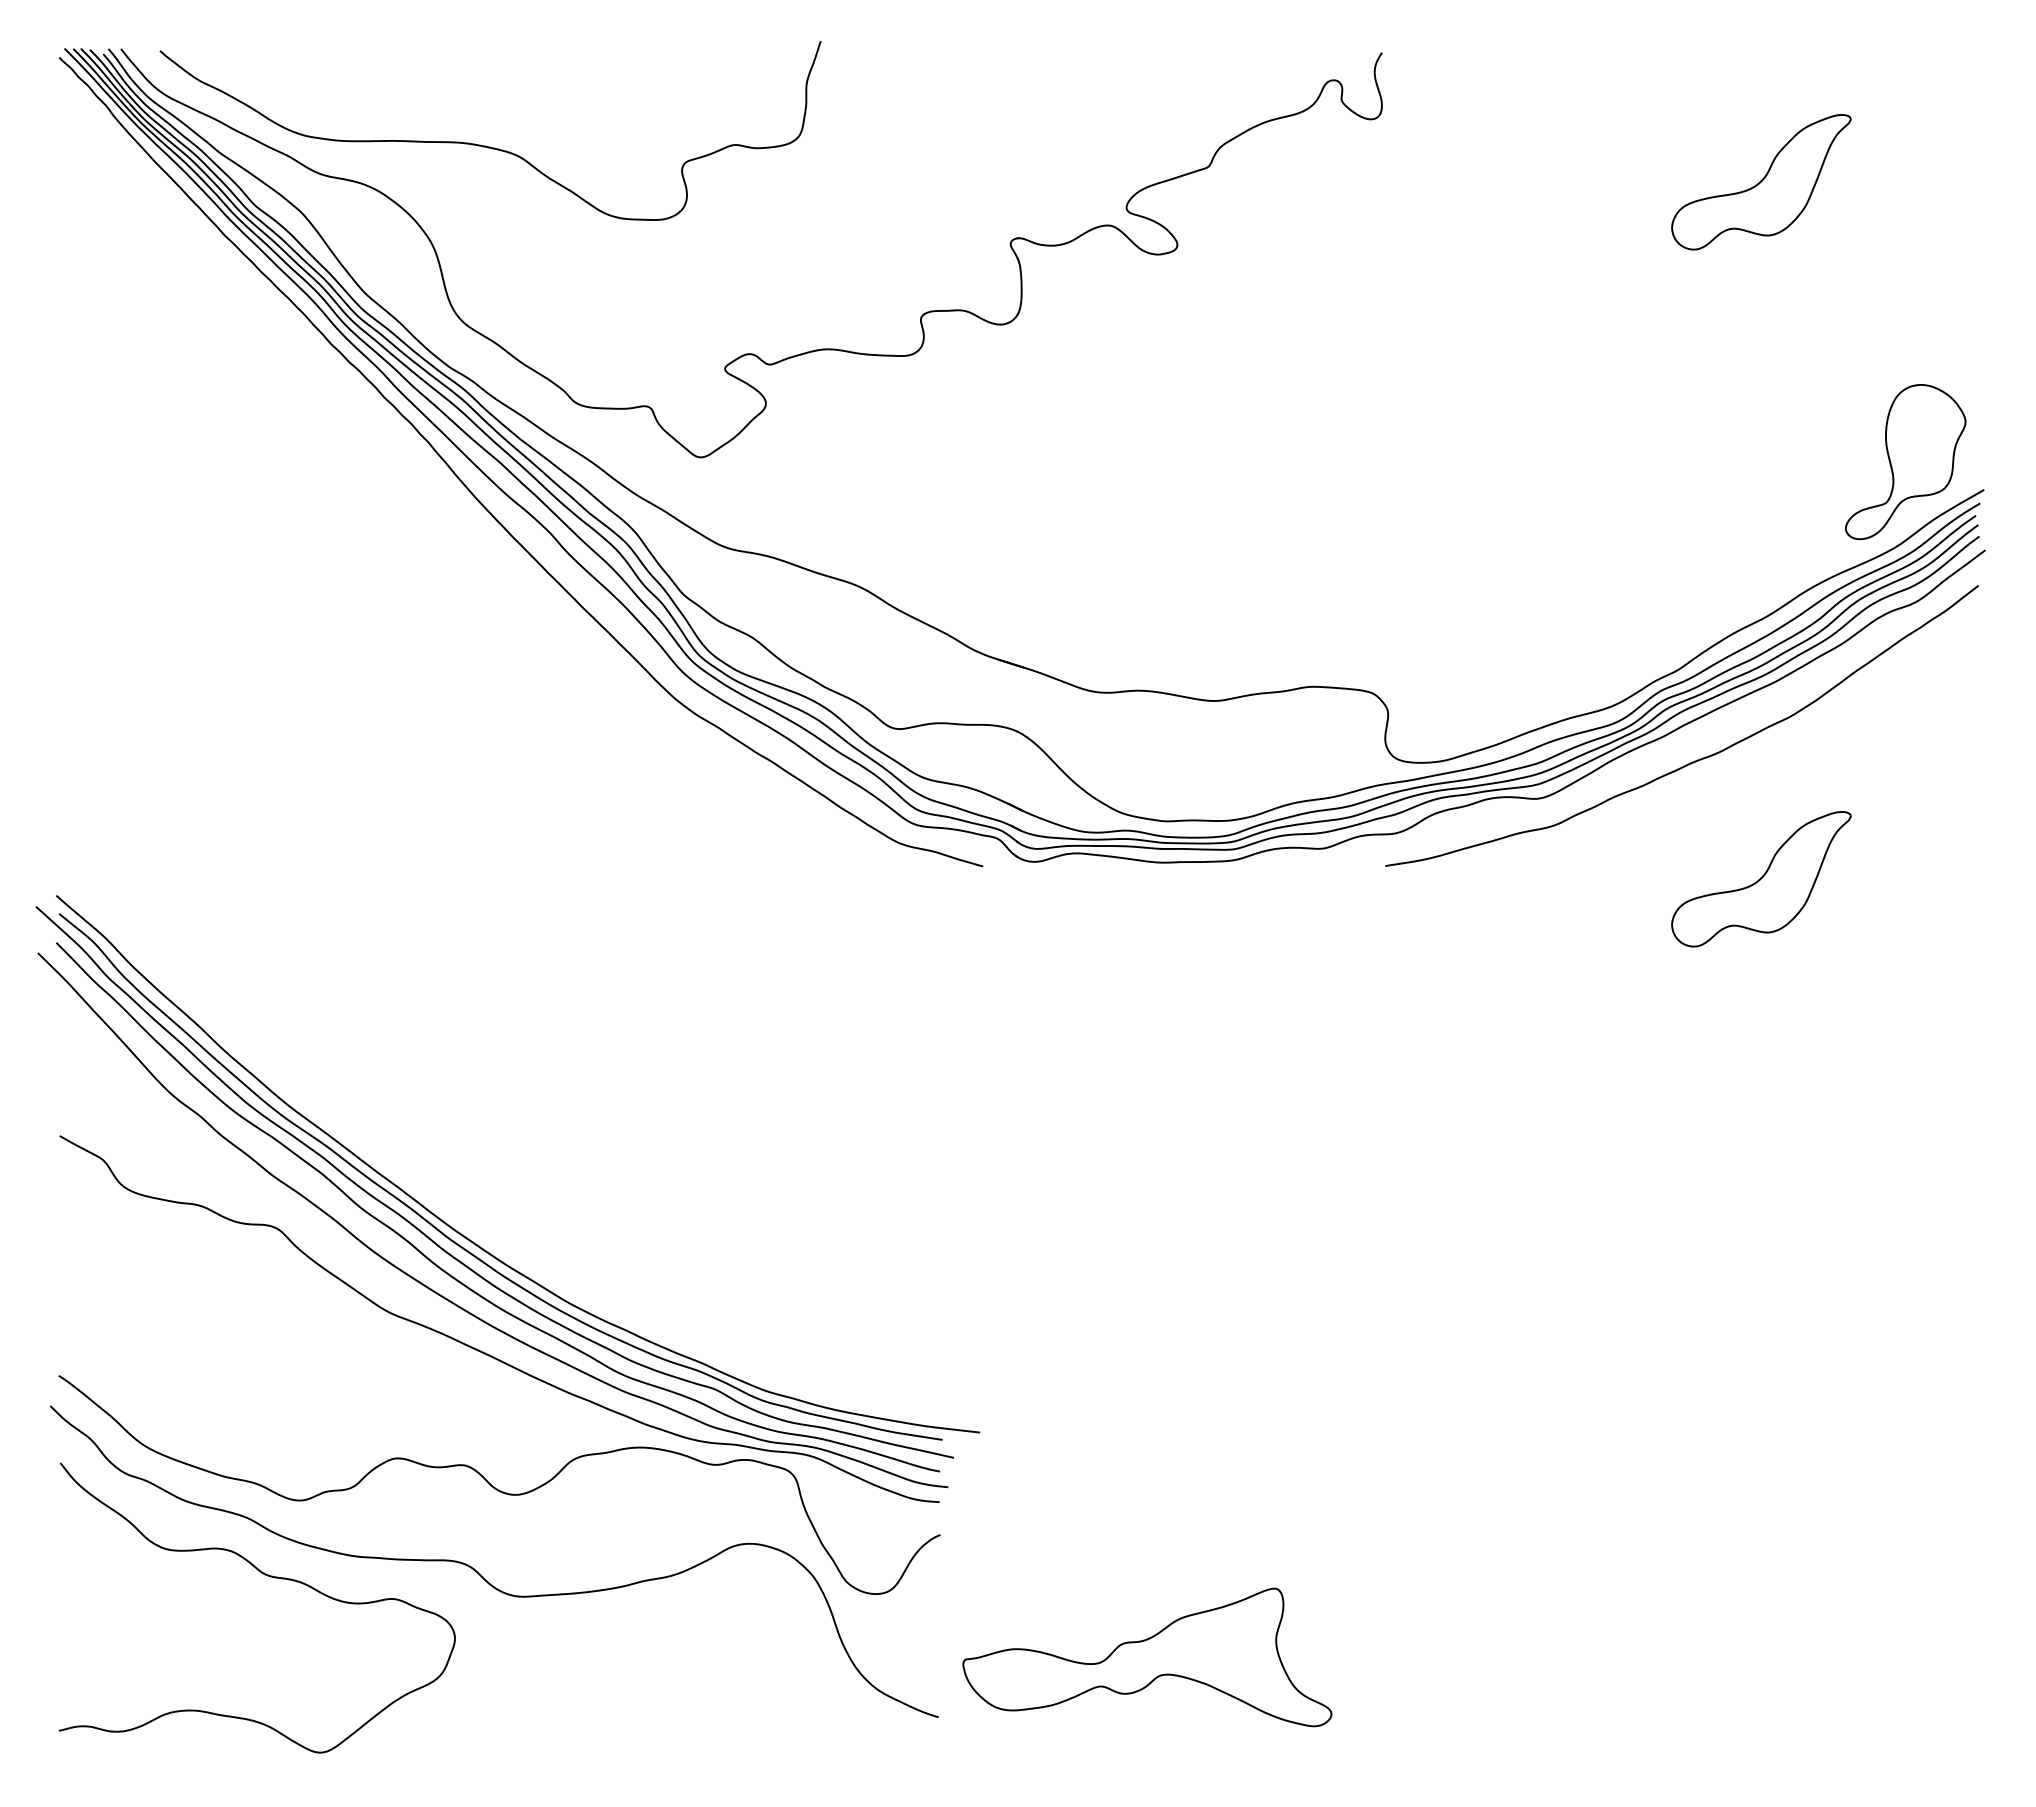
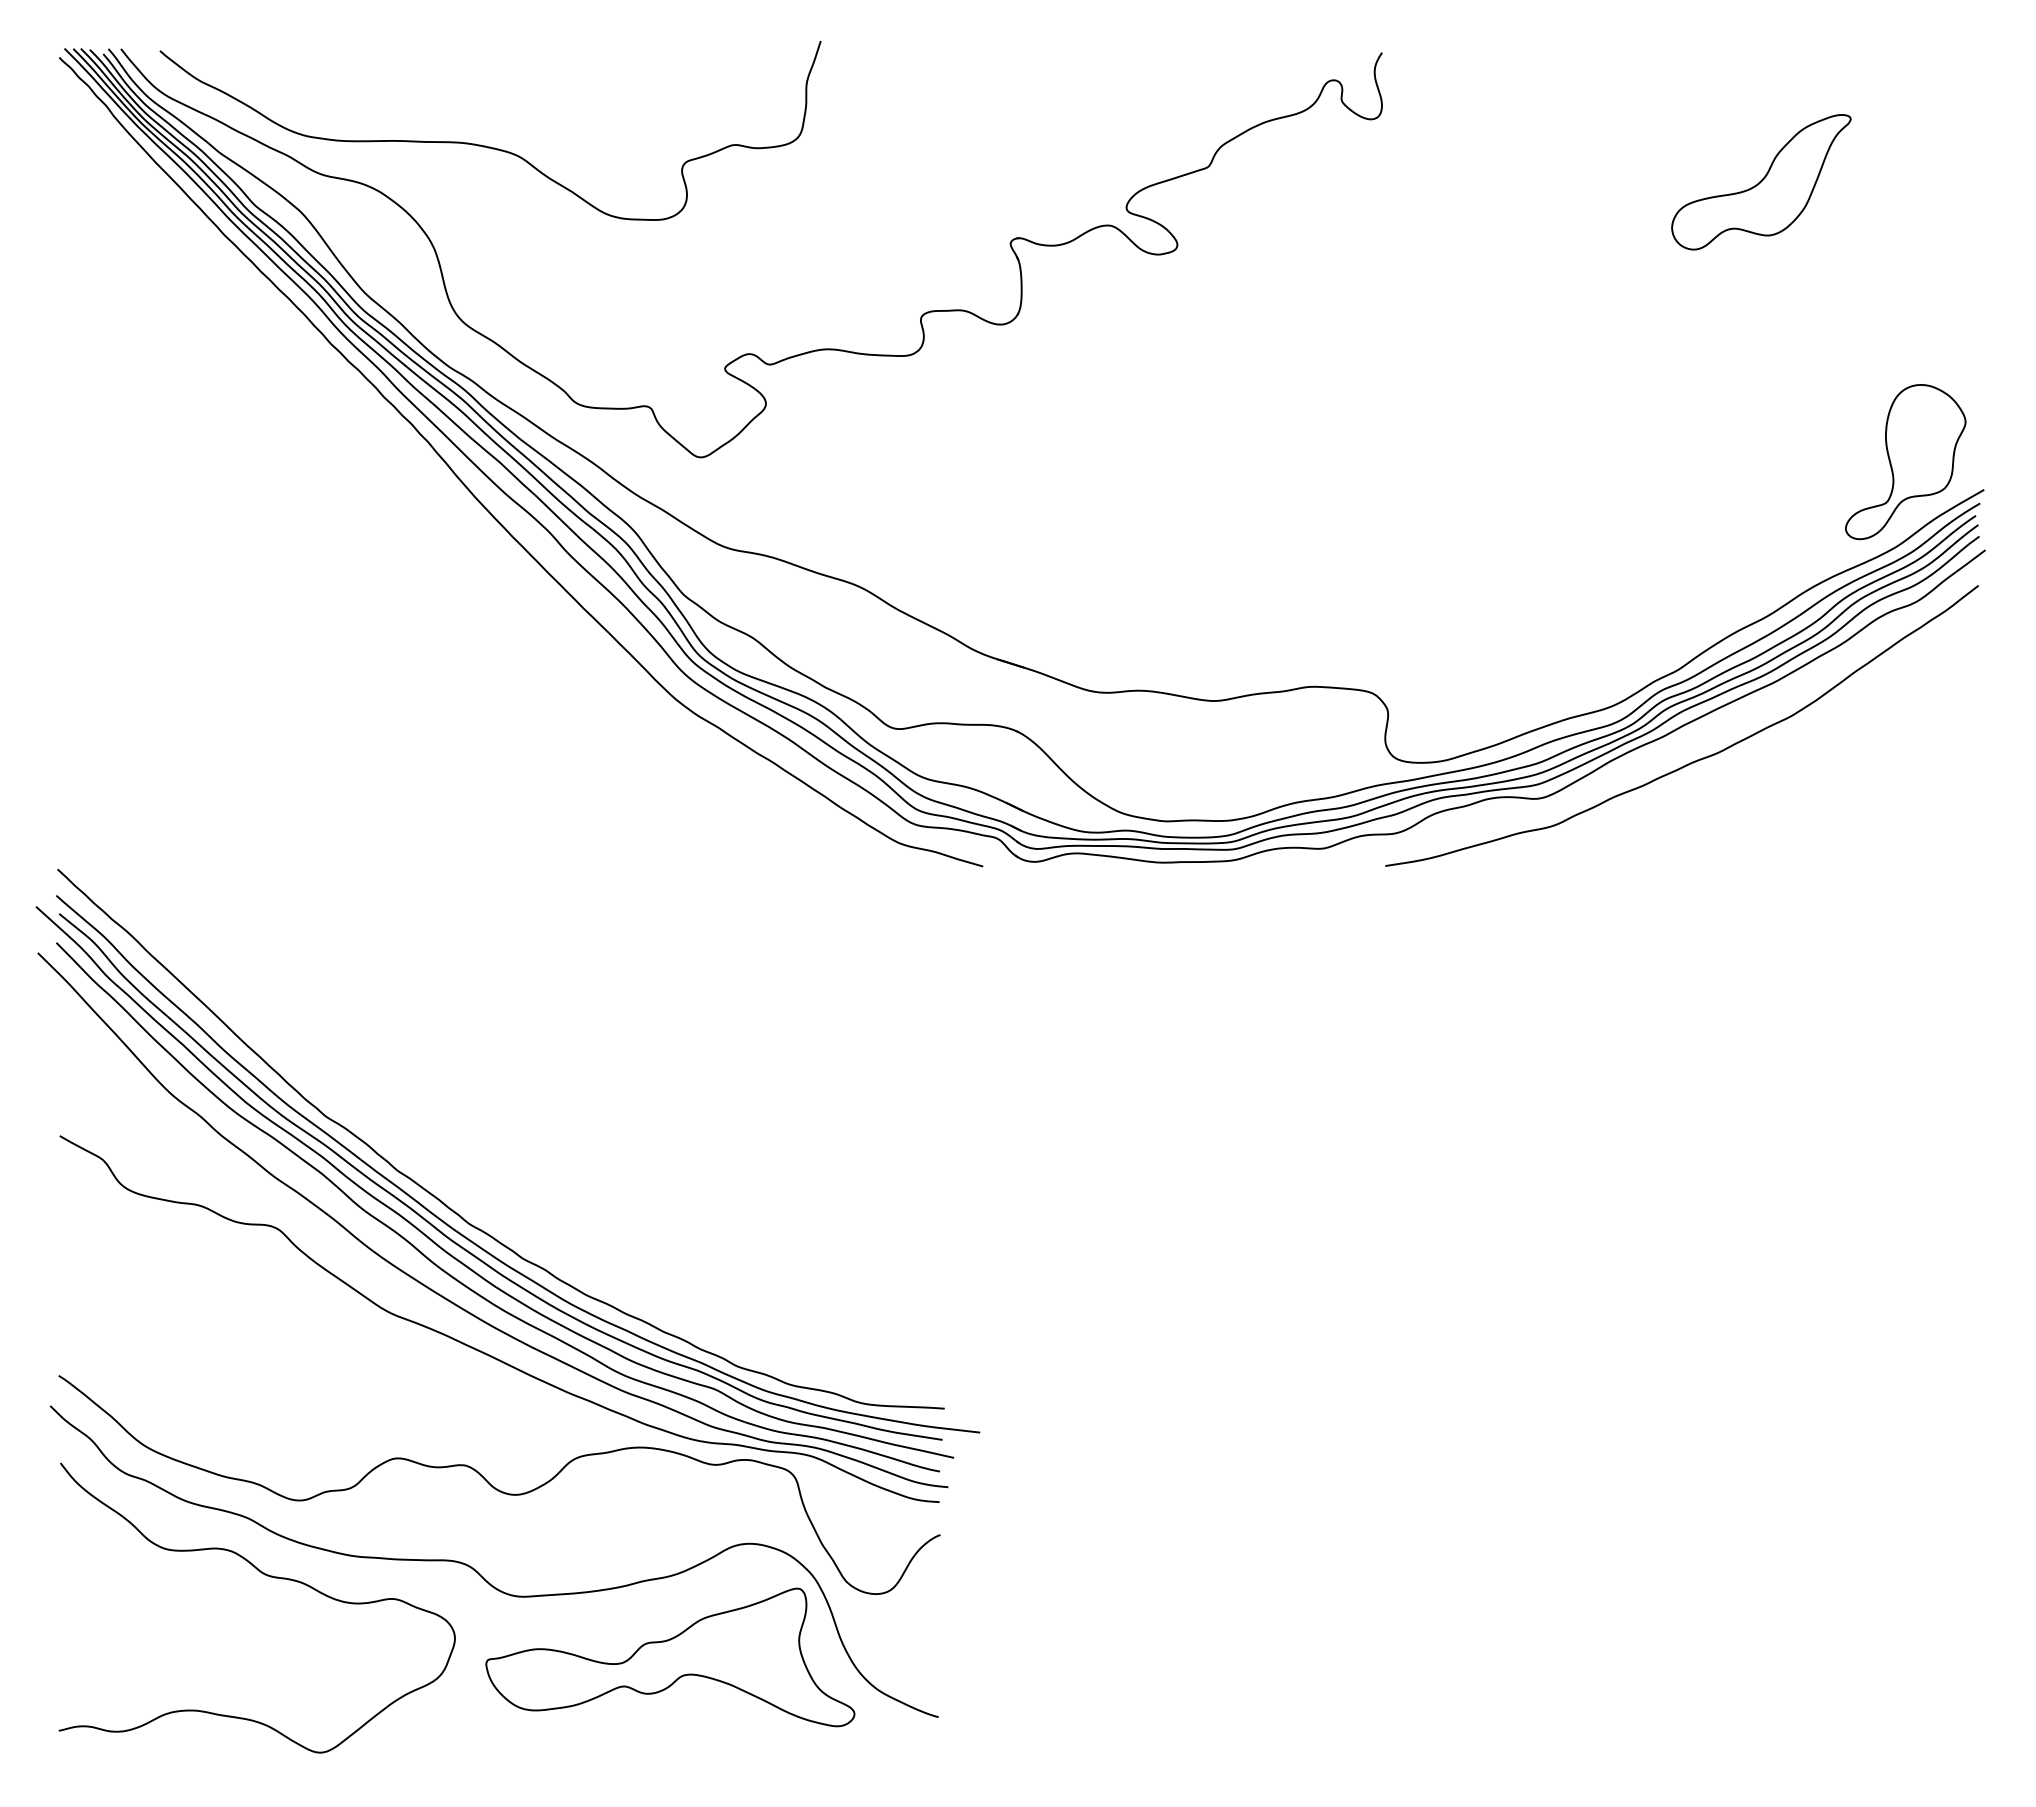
part at (1761, 879): present -> none
curve at (445, 1203): none -> present
part at (1147, 1657) position: (1147, 1657) -> (670, 1657)
